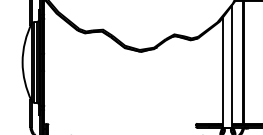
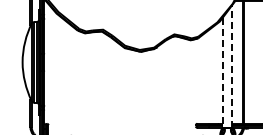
line at (232, 67): solid -> dashed
line at (223, 73): solid -> dashed
